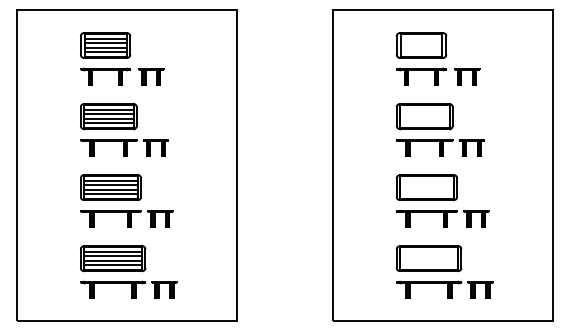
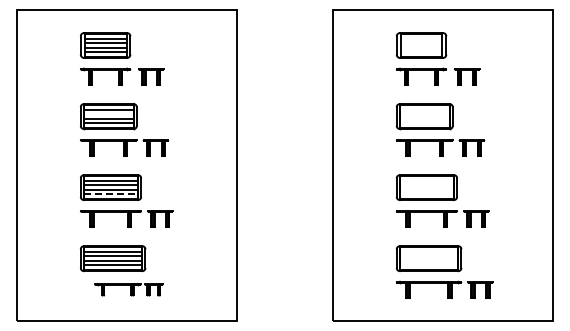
line at (108, 114): present -> none
line at (110, 194): solid -> dashed
part at (128, 289) size: 98x19 px -> 70x14 px
